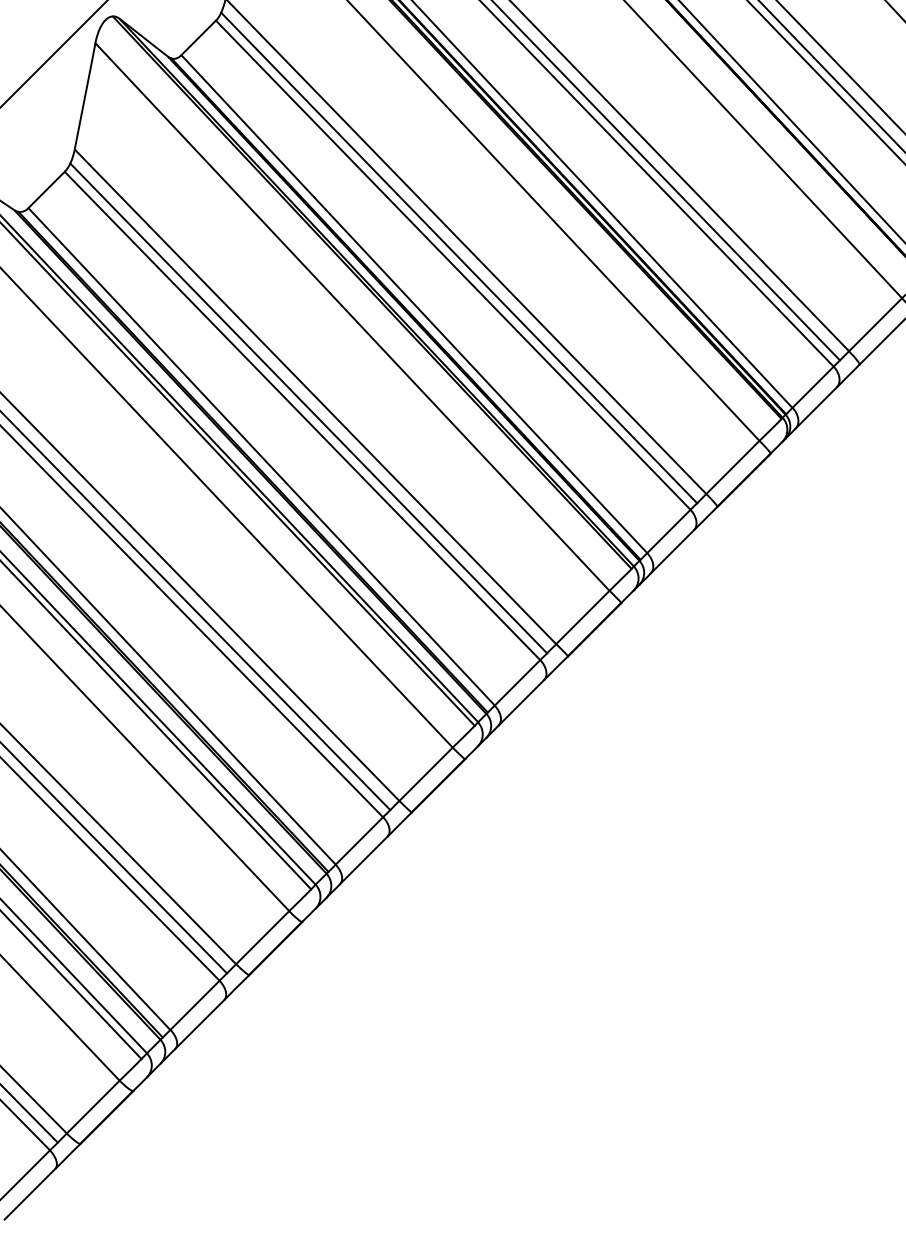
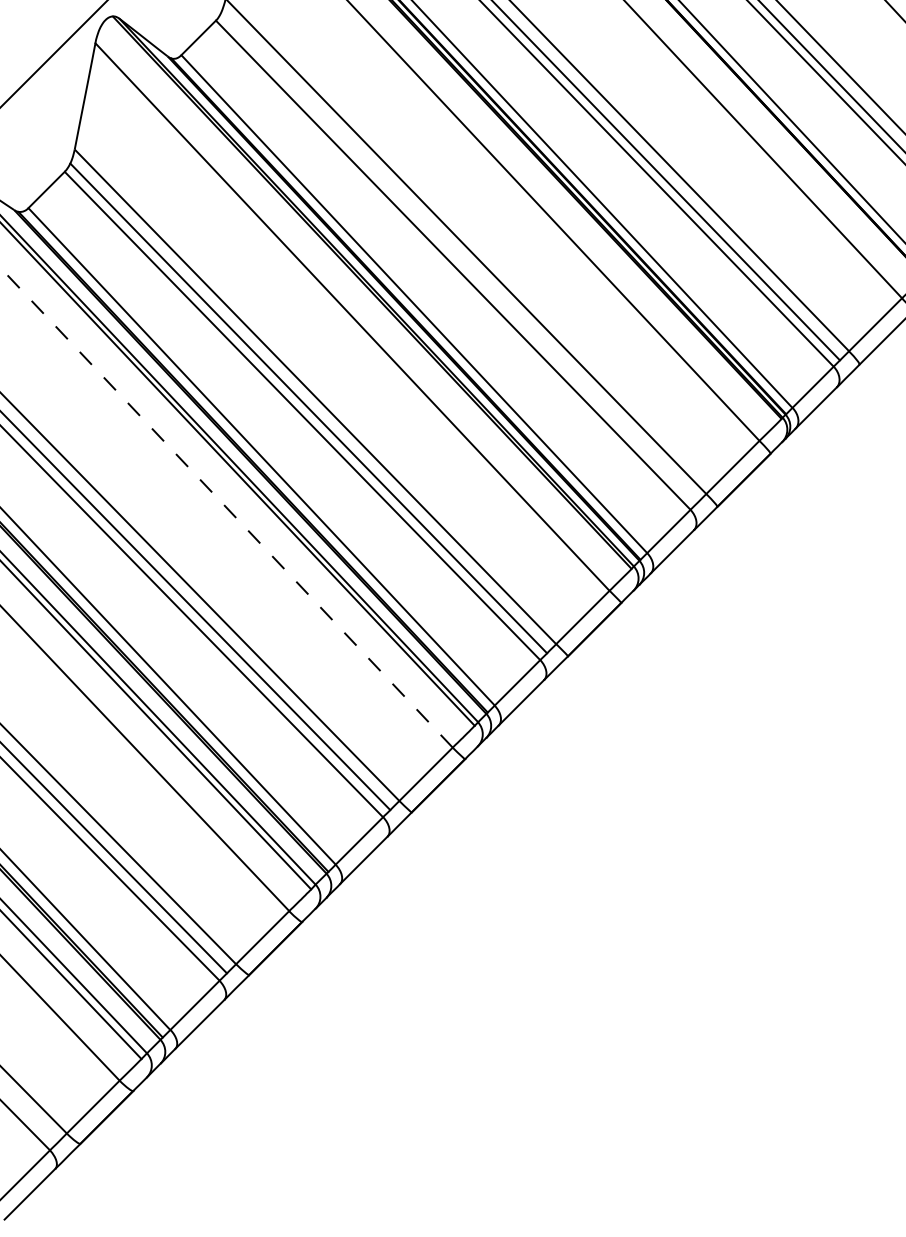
line at (459, 257): present -> none
line at (226, 507): solid -> dashed
line at (29, 1114): present -> none
